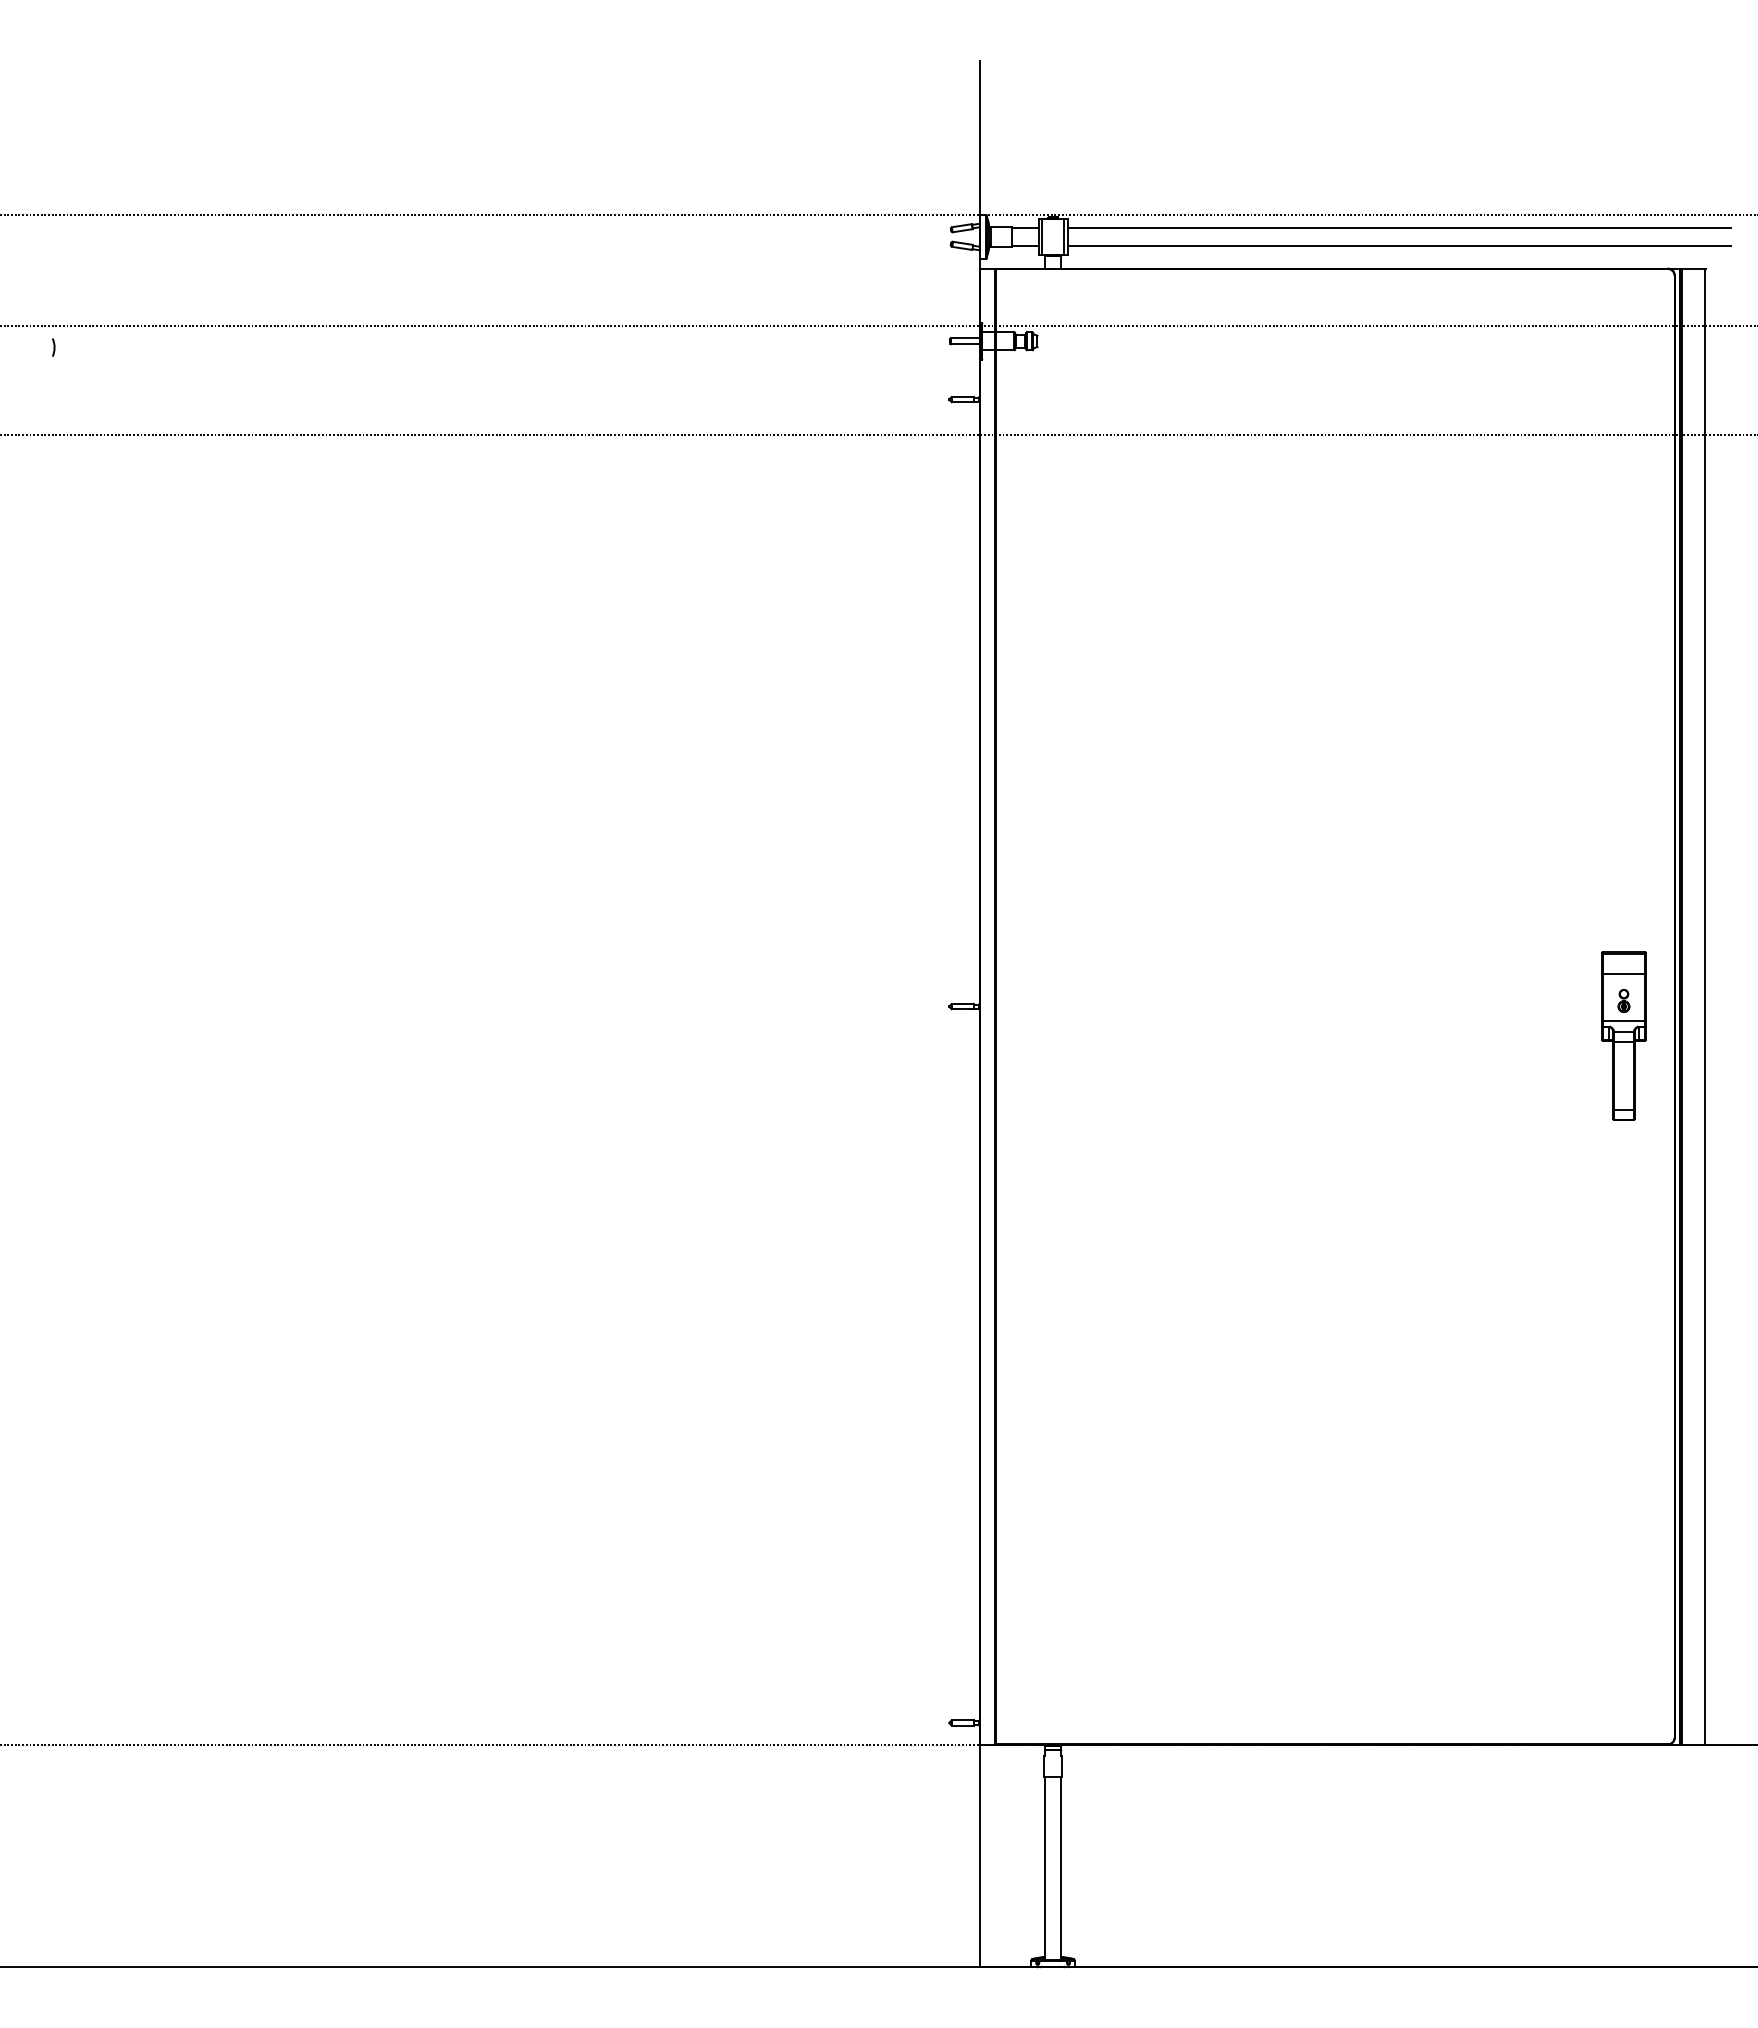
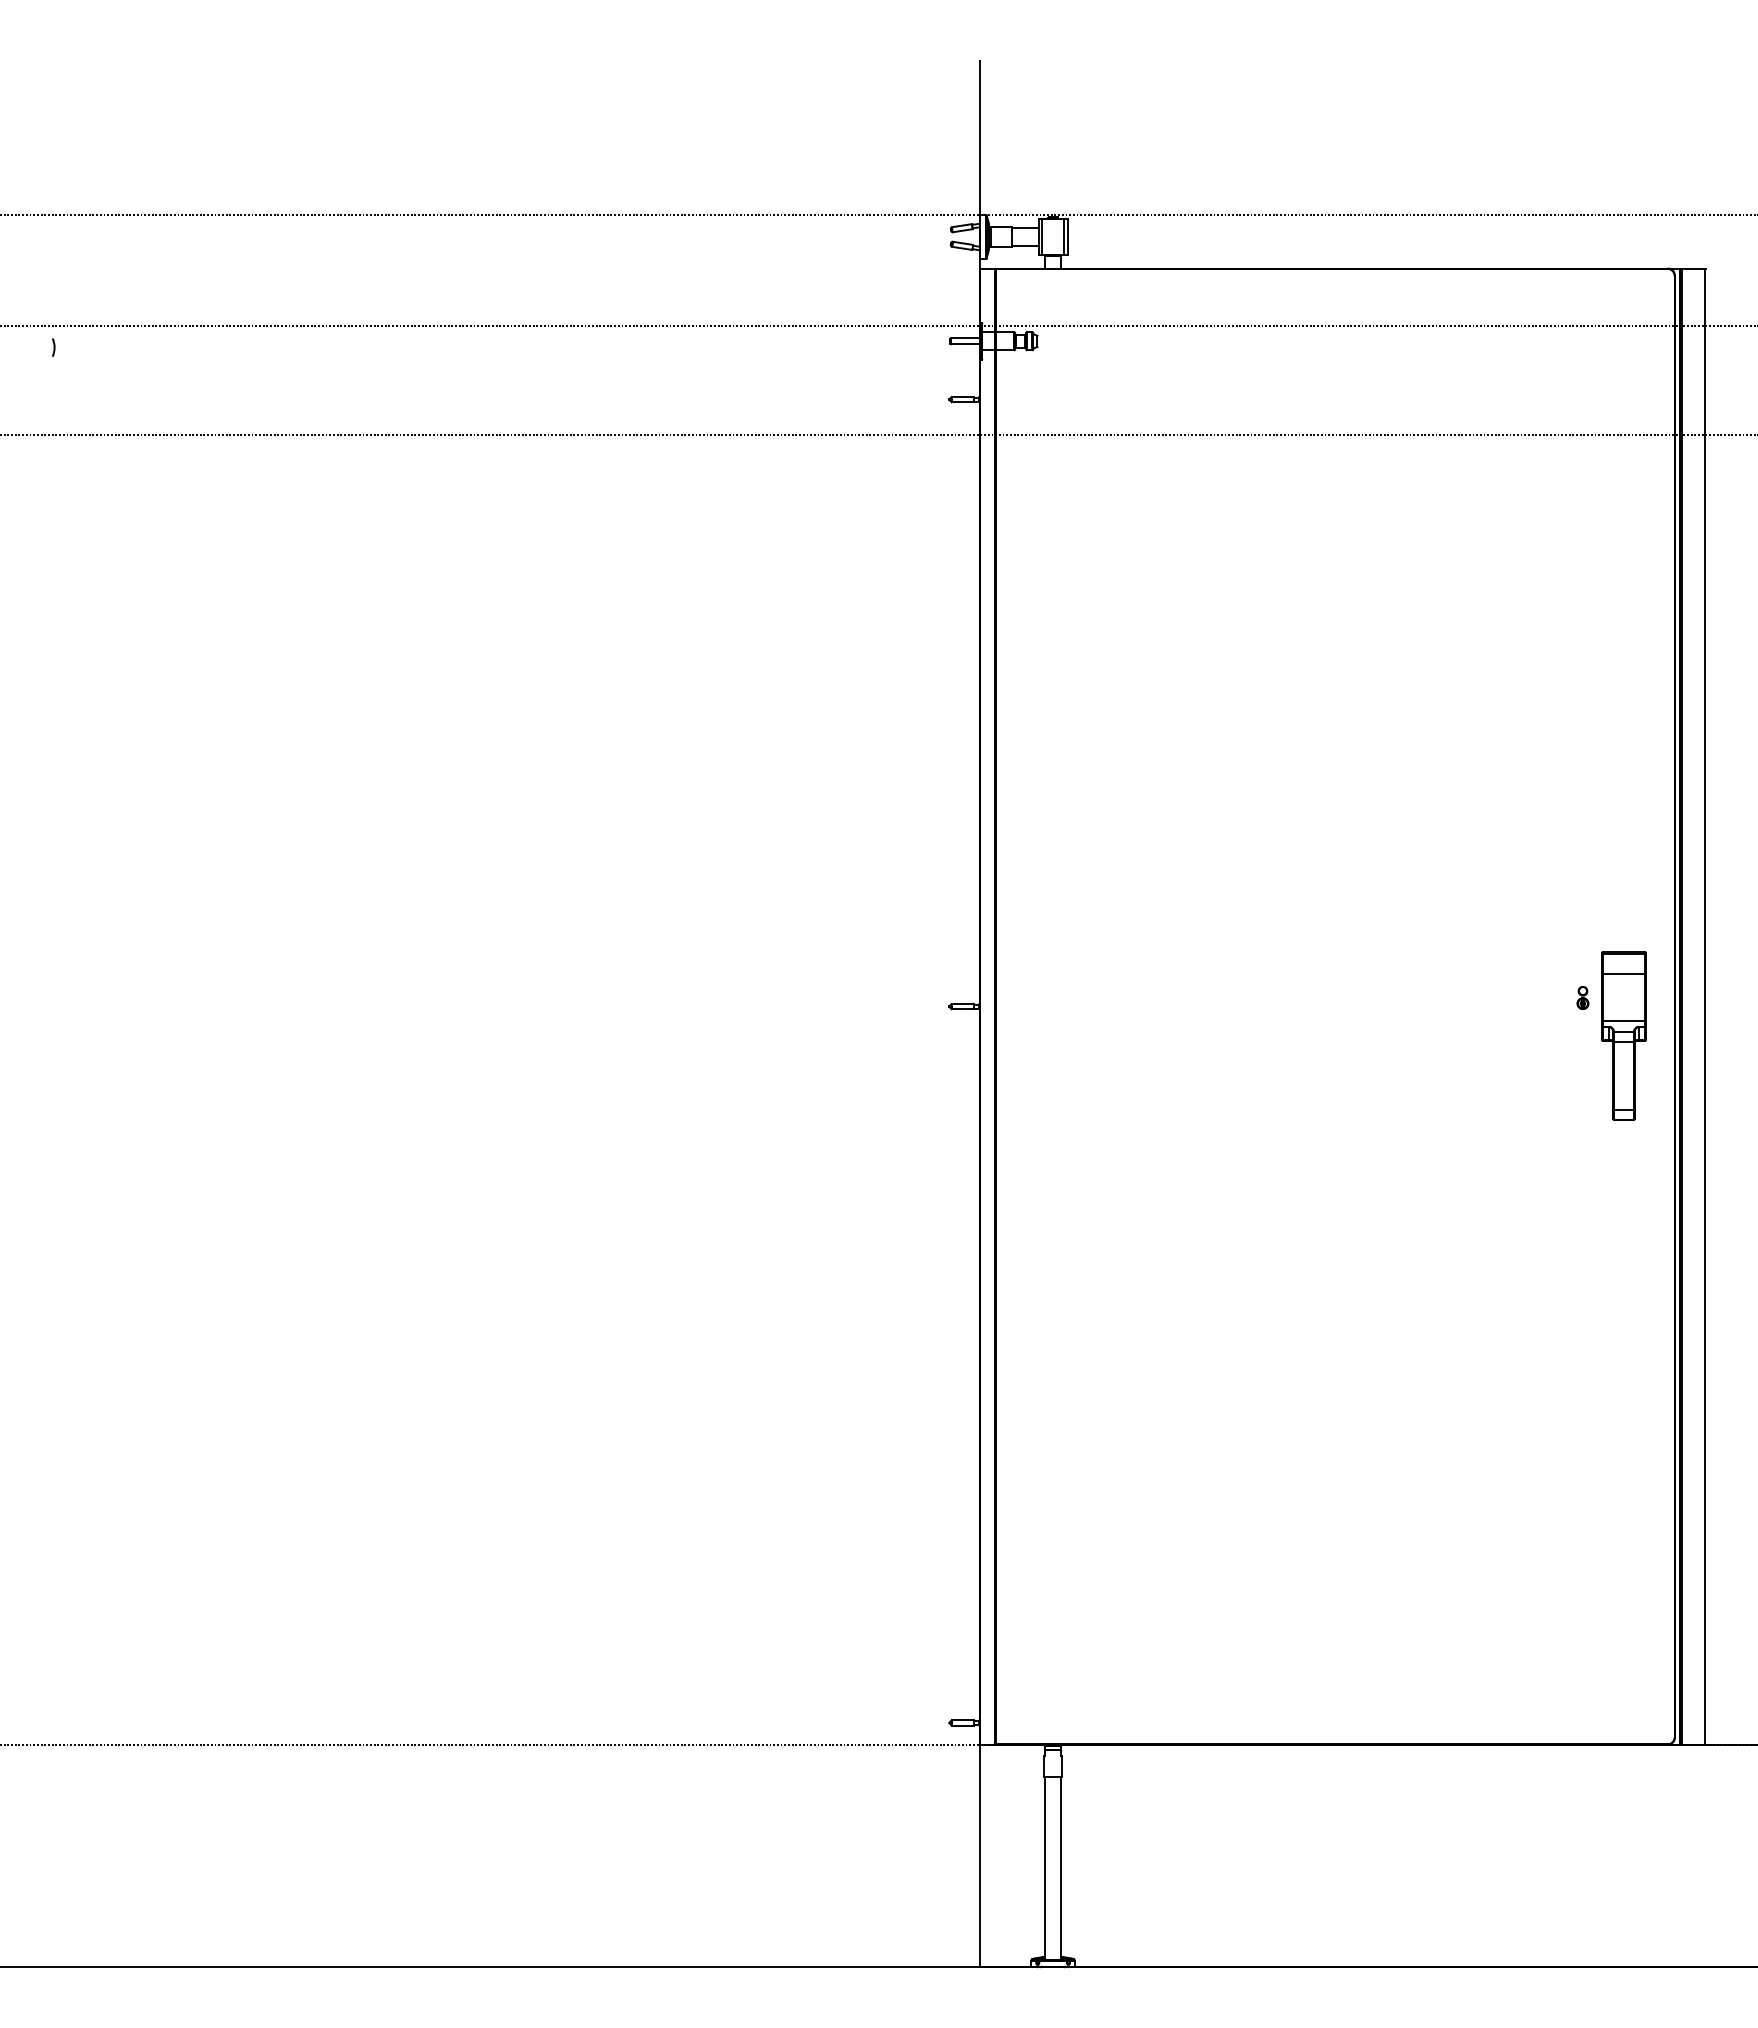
line at (1399, 227): present -> none
line at (1399, 246): present -> none
part at (1623, 1000) position: (1623, 1000) -> (1582, 997)
